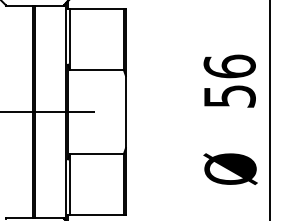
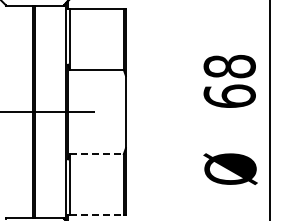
text at (229, 80): 56 -> 68
line at (96, 154): solid -> dashed
line at (96, 215): solid -> dashed
